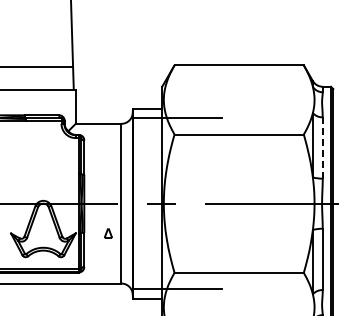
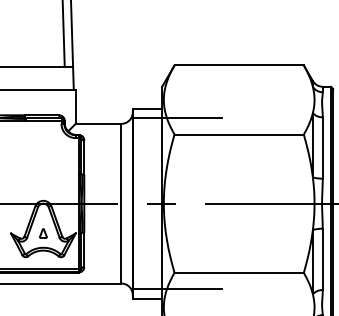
line at (63, 34): none -> present
line at (322, 147): dashed -> solid
part at (108, 233) position: (108, 233) -> (43, 233)
